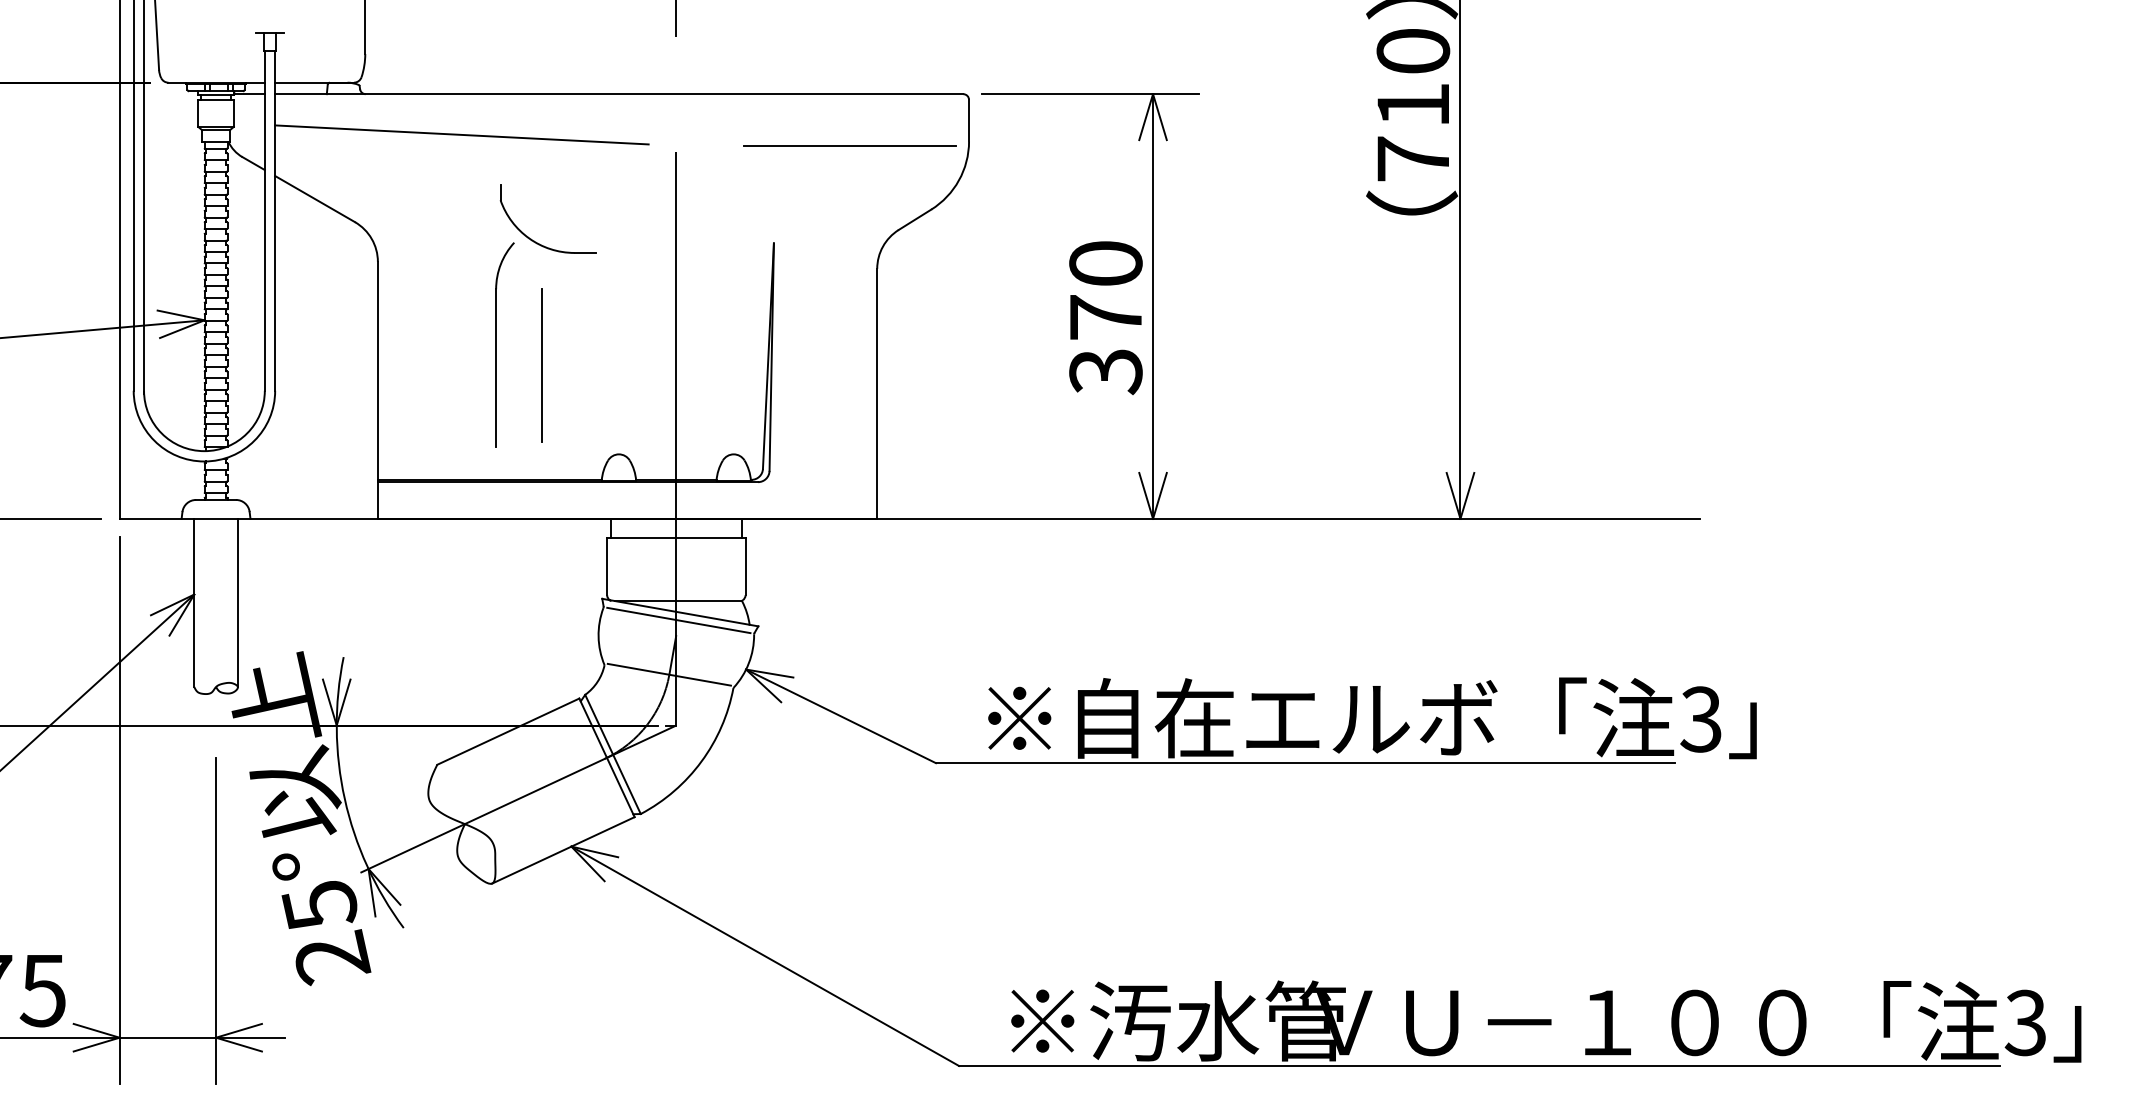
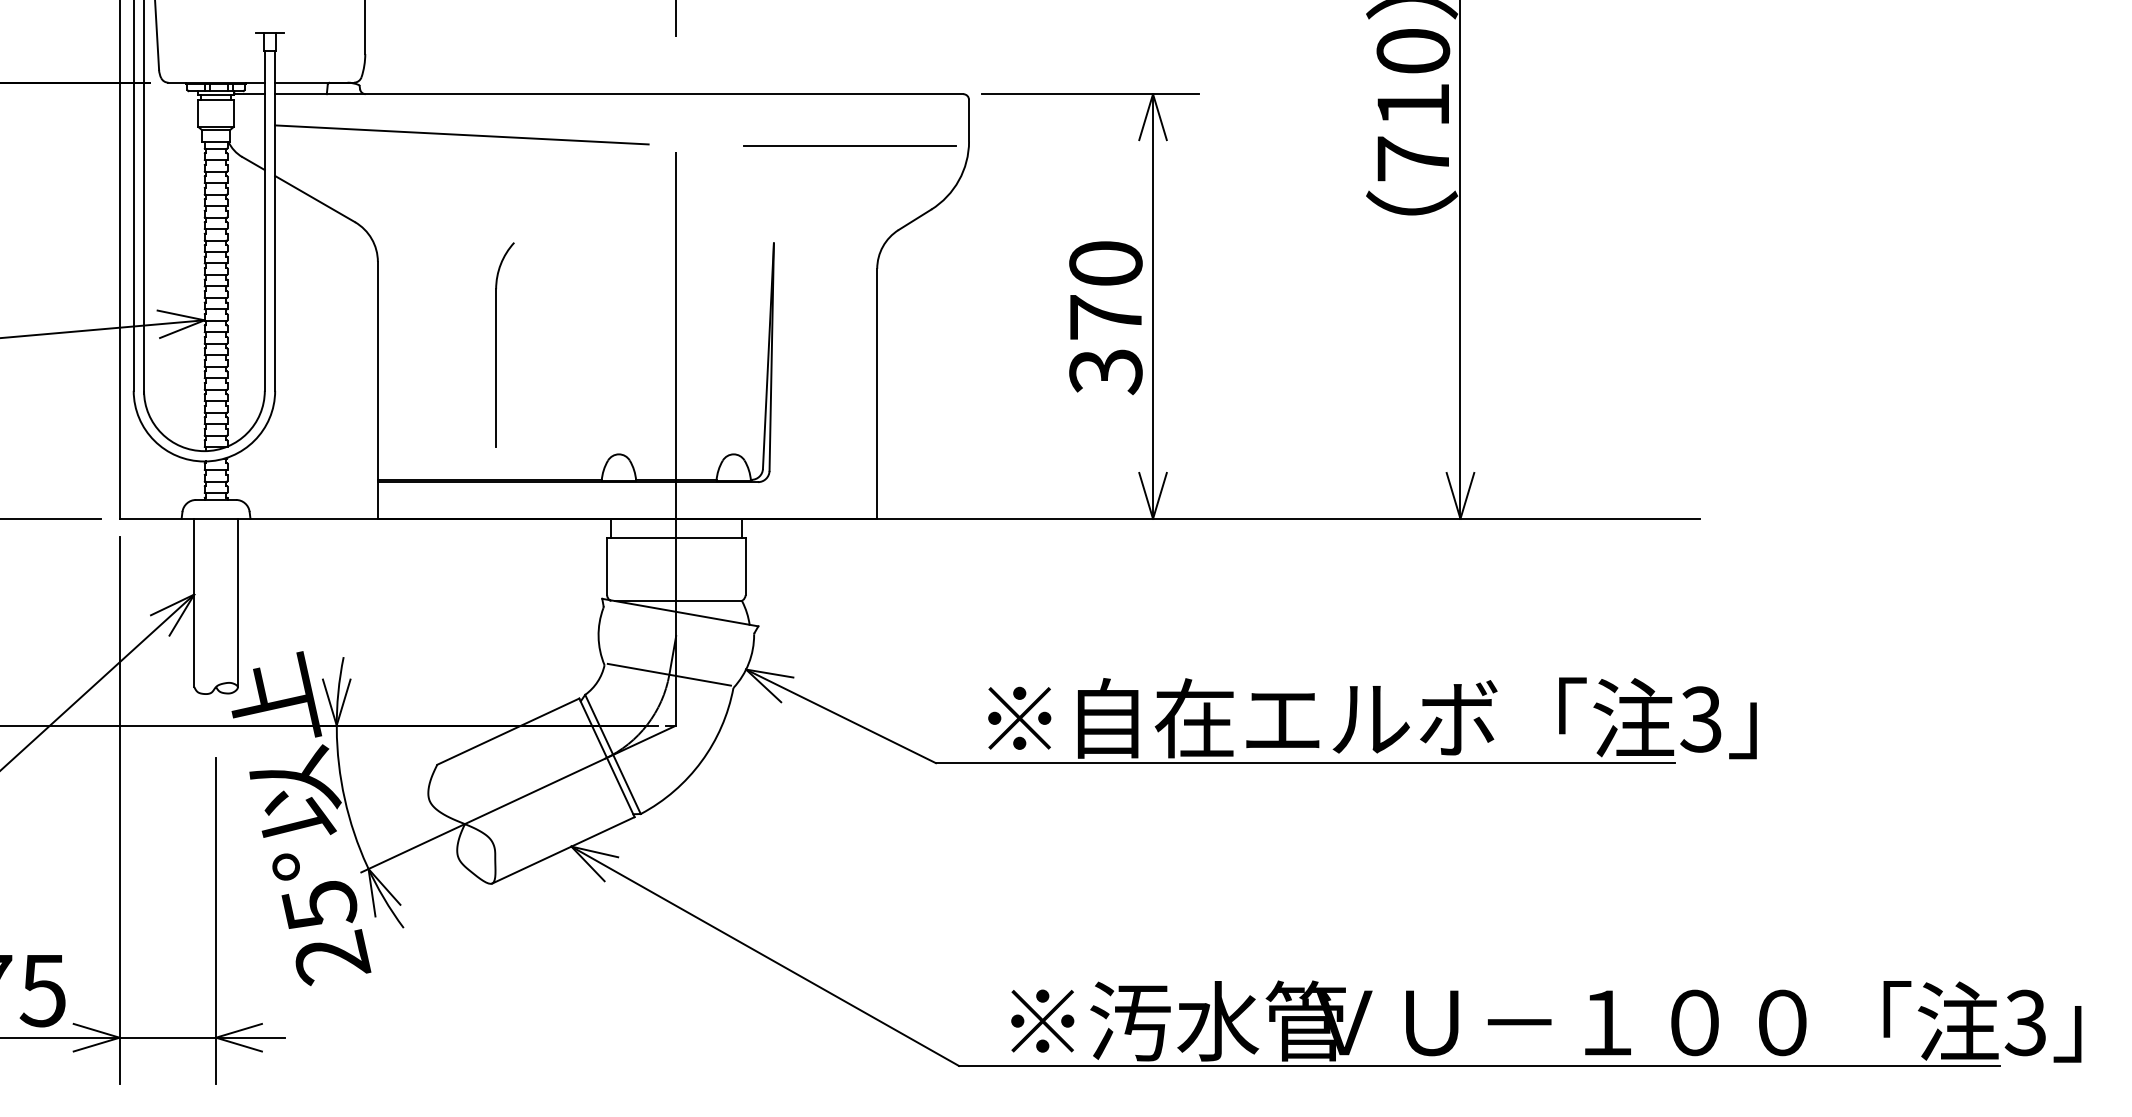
part at (534, 240): present -> none
line at (542, 365): present -> none
line at (678, 620): present -> none
